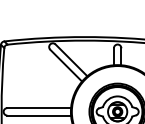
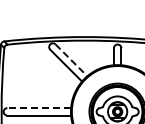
line at (71, 60): solid -> dashed
line at (39, 108): solid -> dashed
